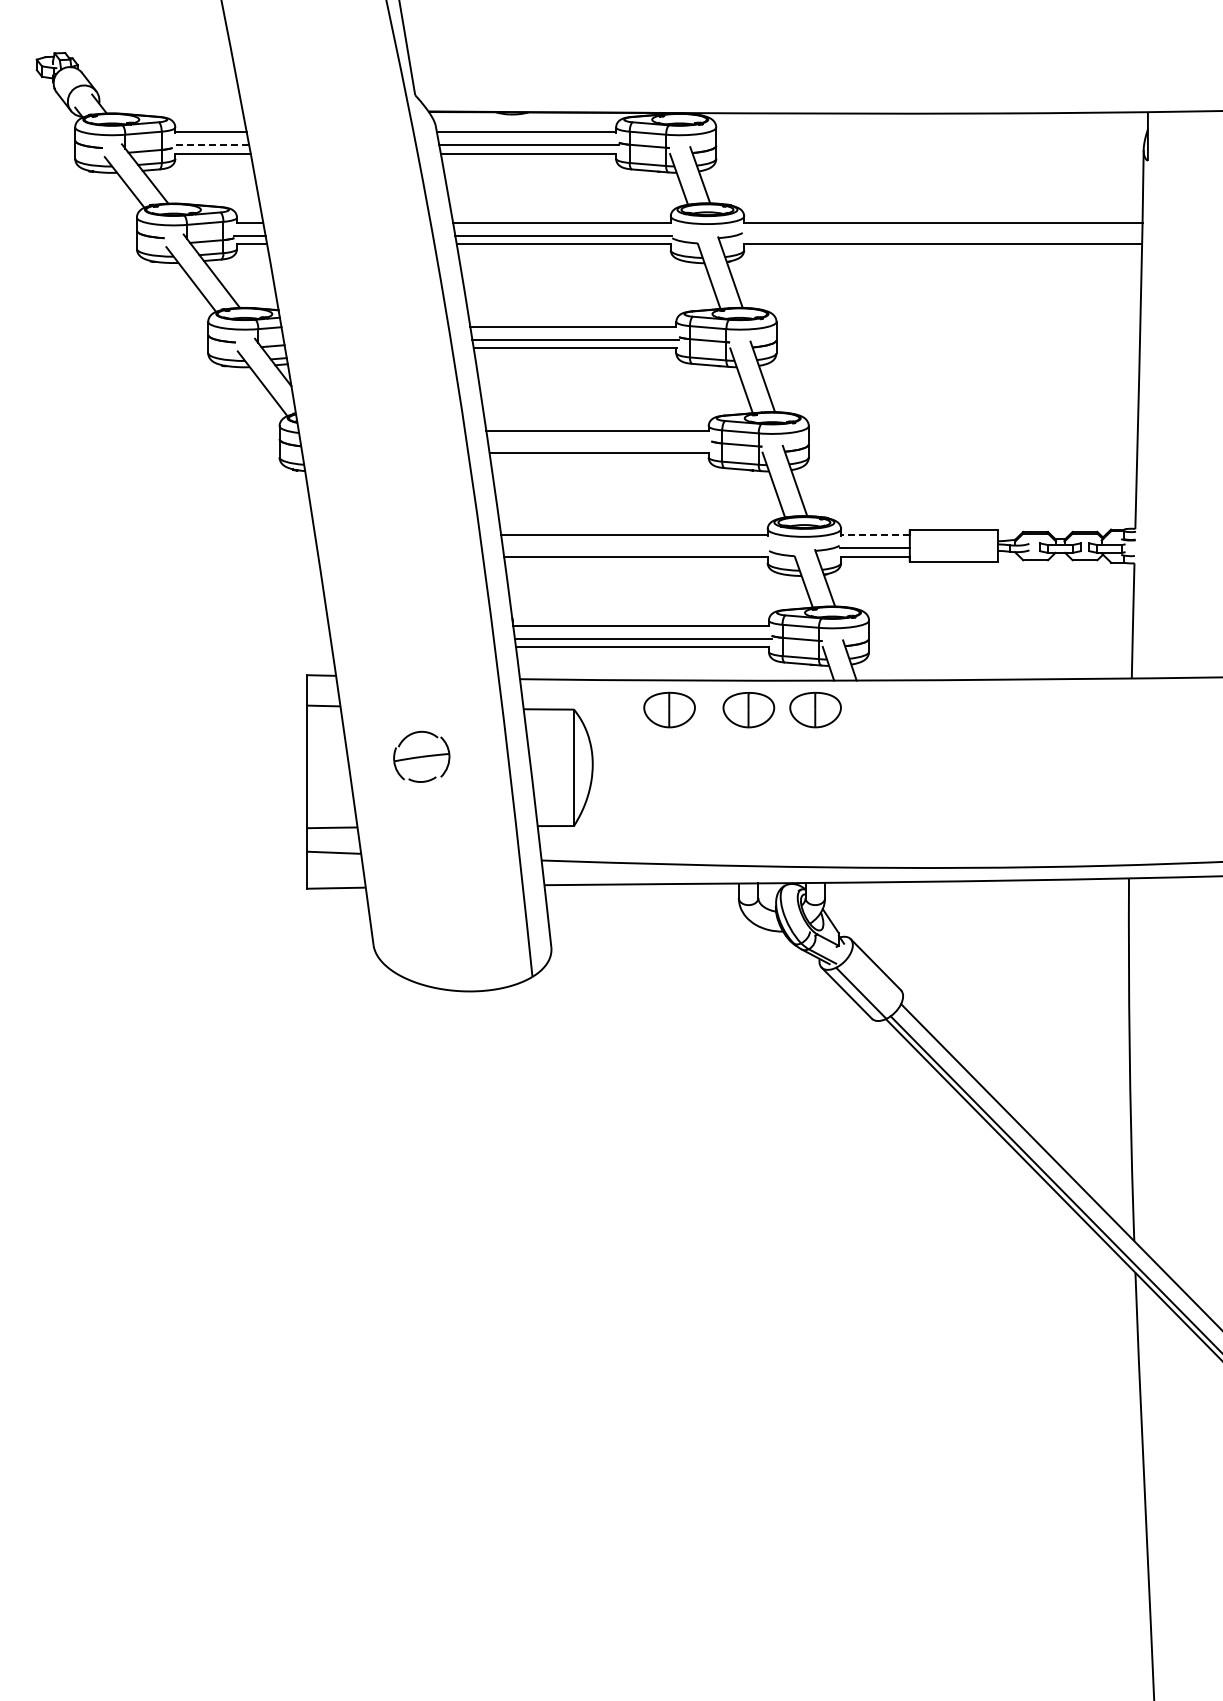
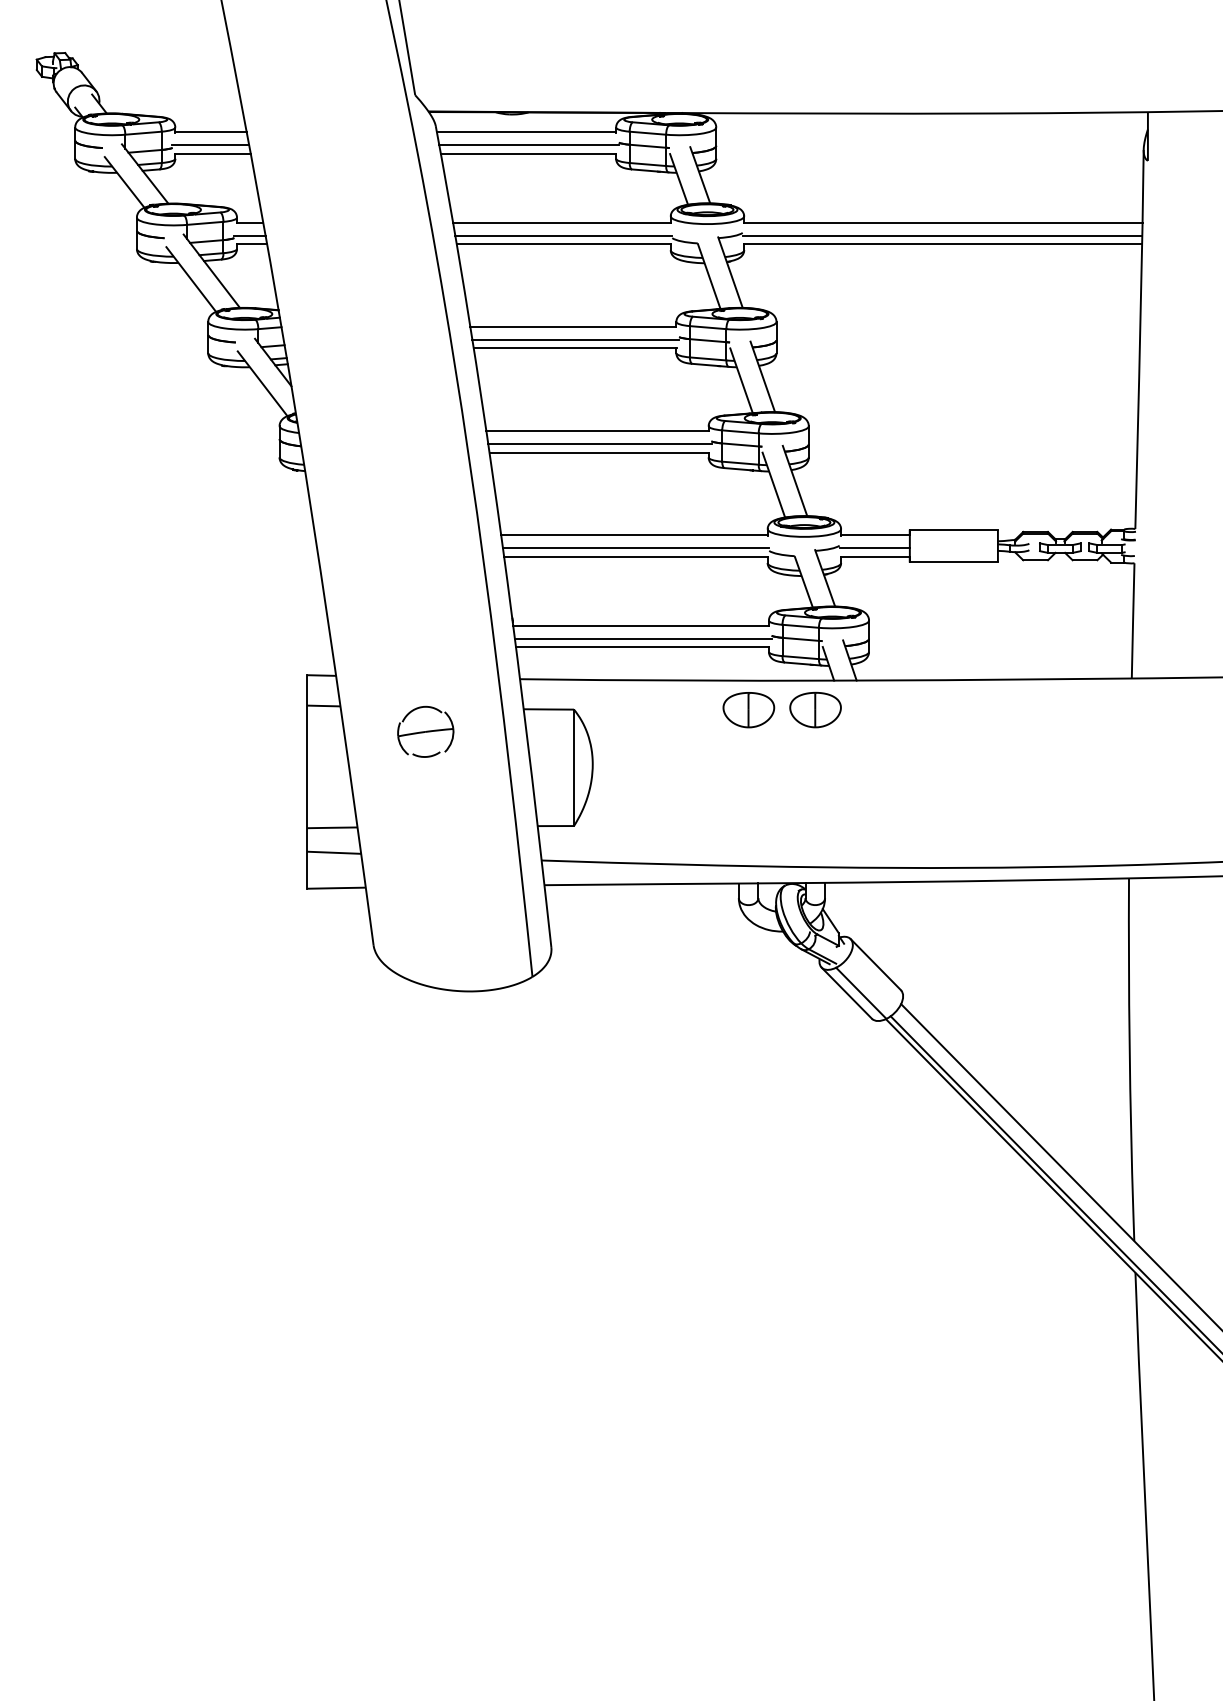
line at (210, 145): dashed -> solid
line at (942, 235): none -> present
line at (599, 444): none -> present
line at (874, 535): dashed -> solid
line at (635, 548): none -> present
part at (669, 709): present -> none
part at (421, 756) position: (421, 756) -> (425, 731)
